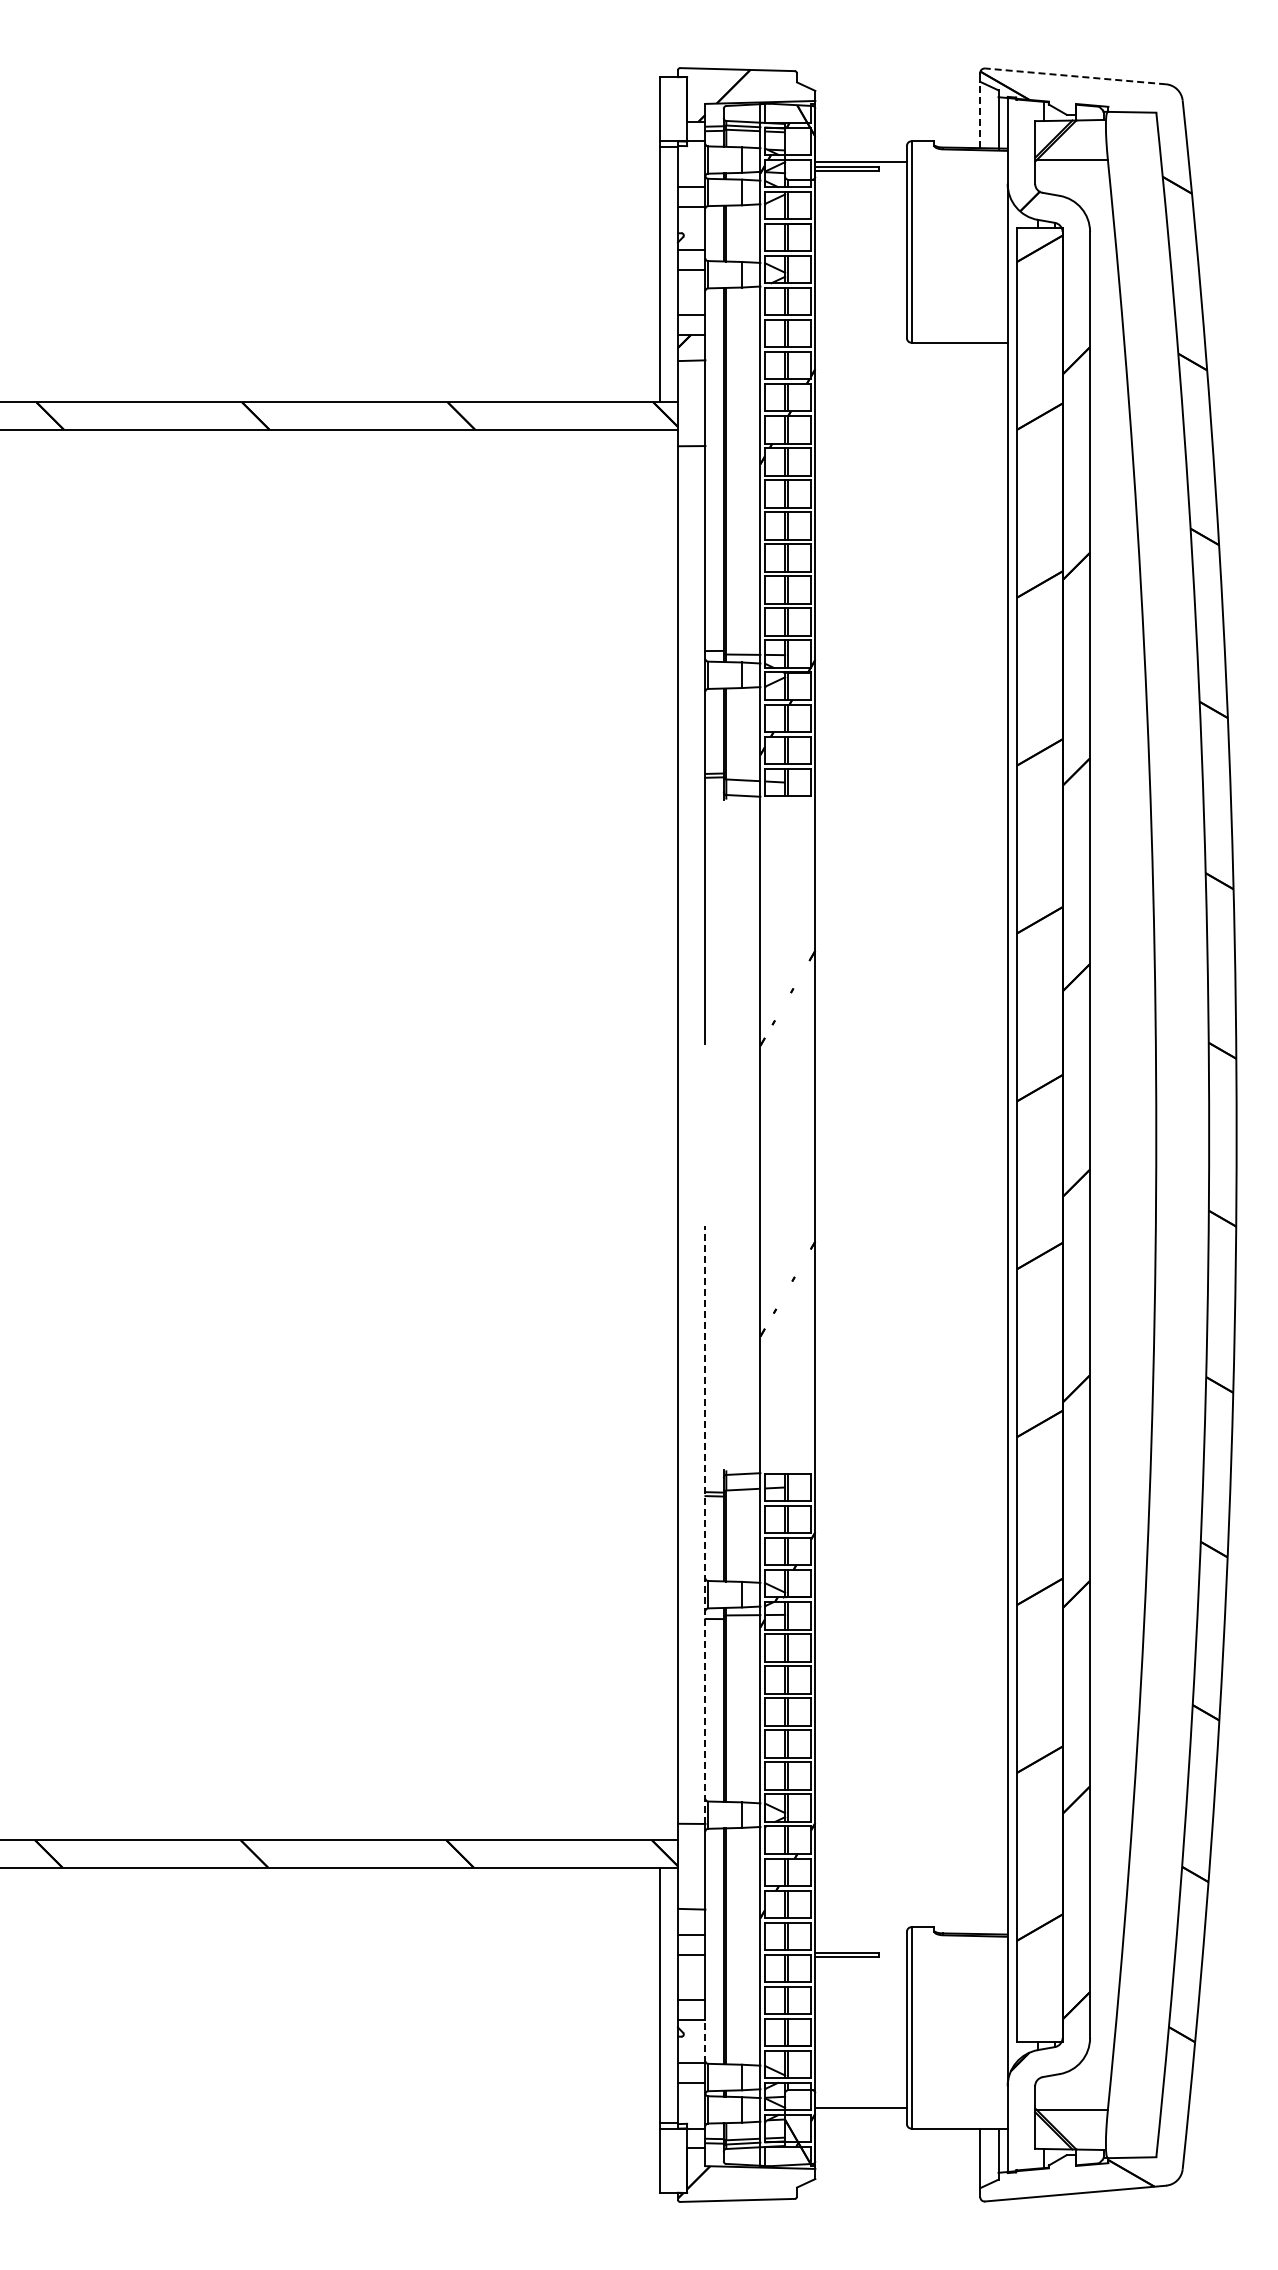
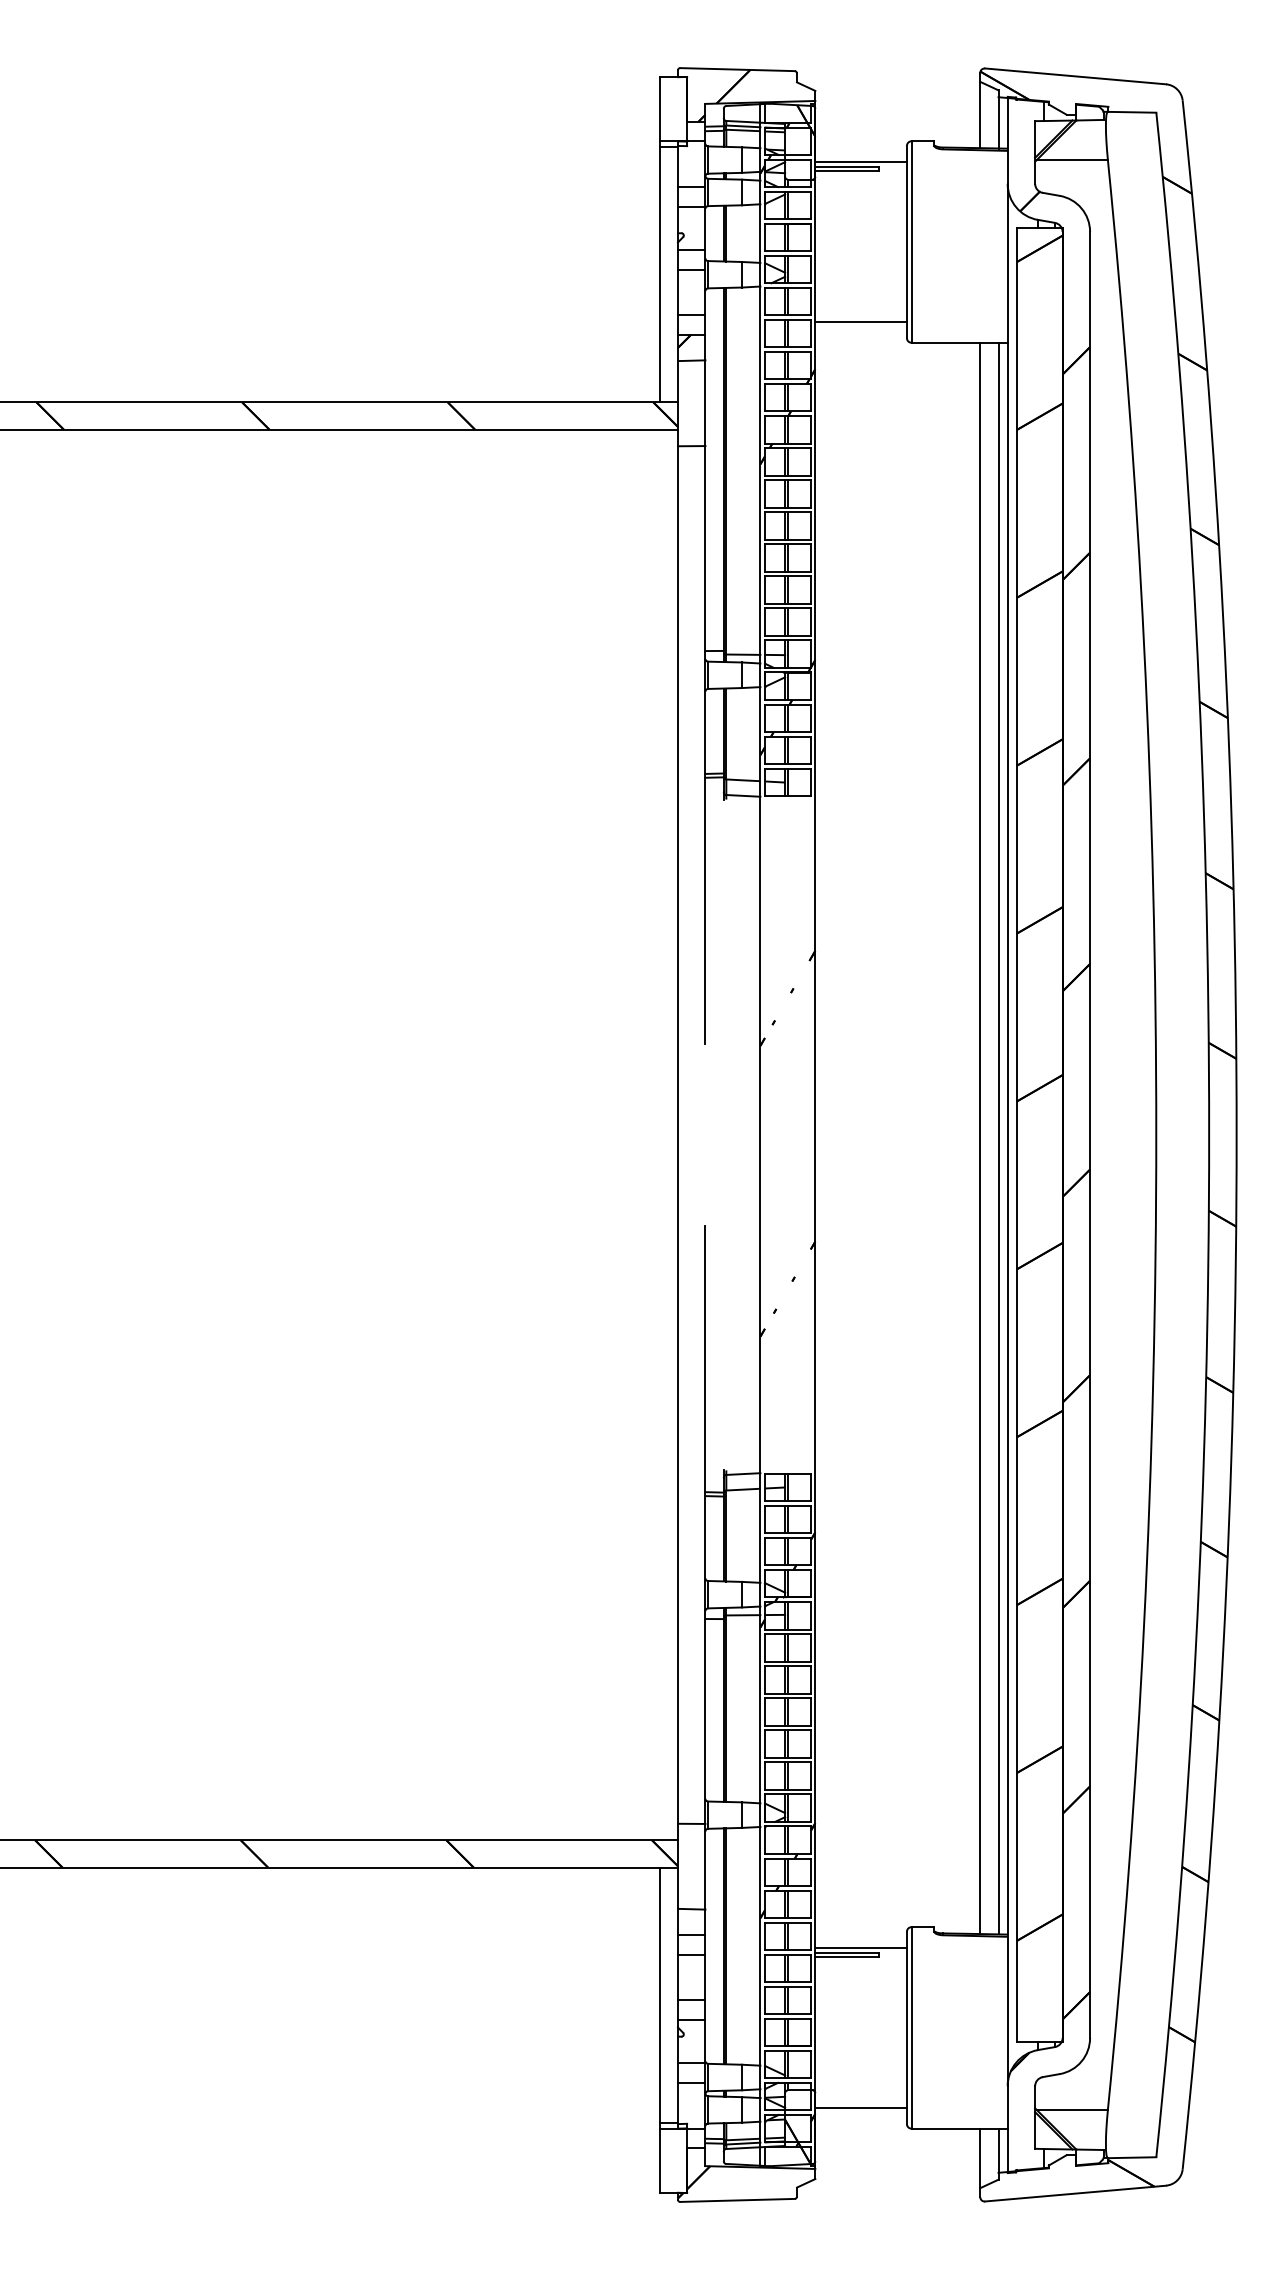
line at (1075, 76): dashed -> solid
line at (980, 114): dashed -> solid
line at (860, 322): none -> present
line at (980, 1138): none -> present
line at (998, 1138): none -> present
line at (705, 1524): dashed -> solid
line at (860, 1947): none -> present
line at (705, 2041): dashed -> solid
